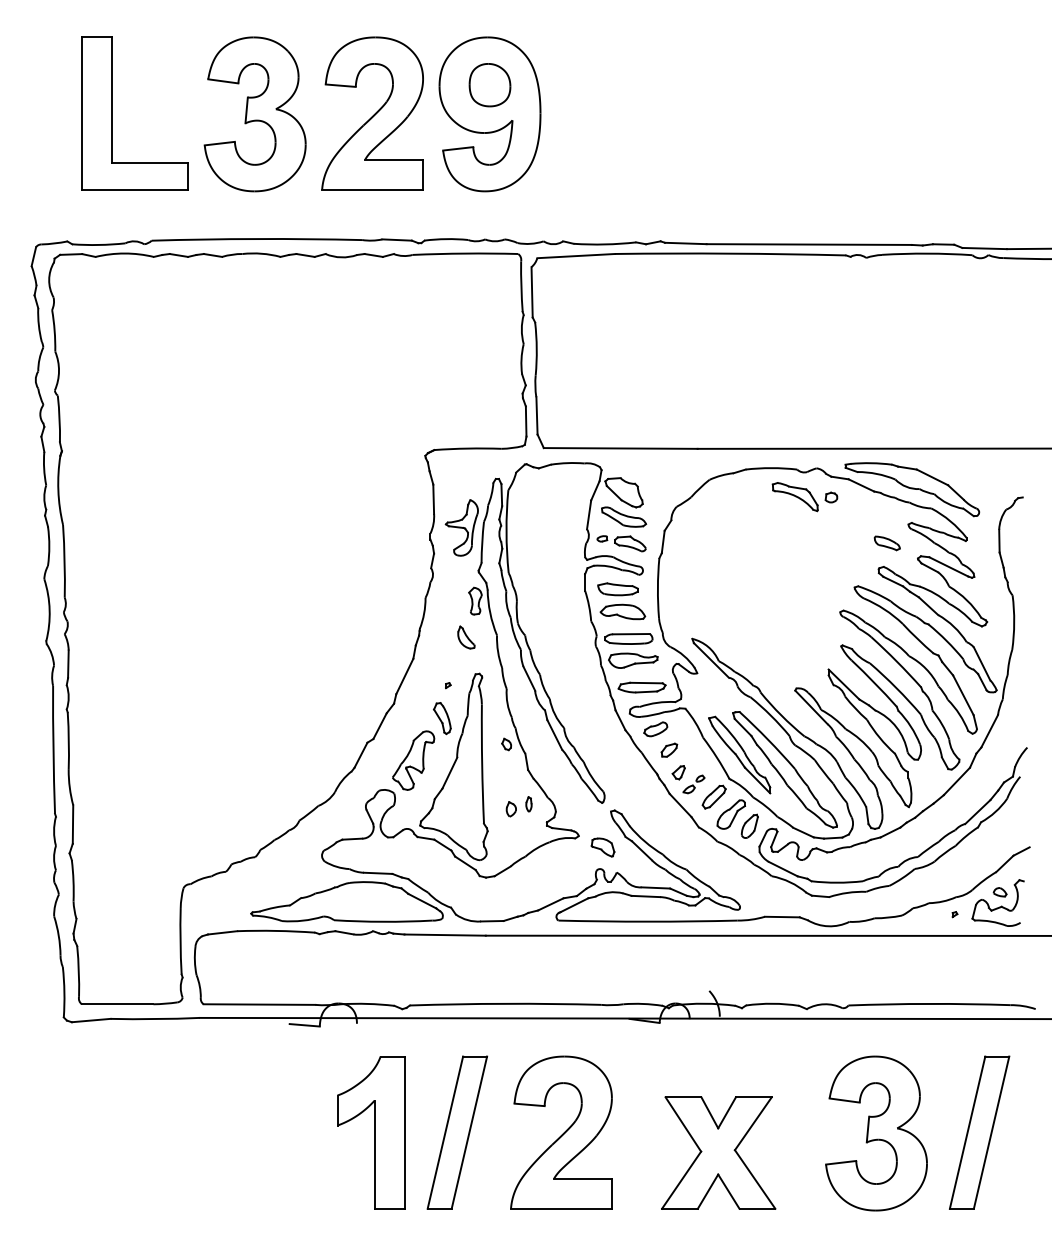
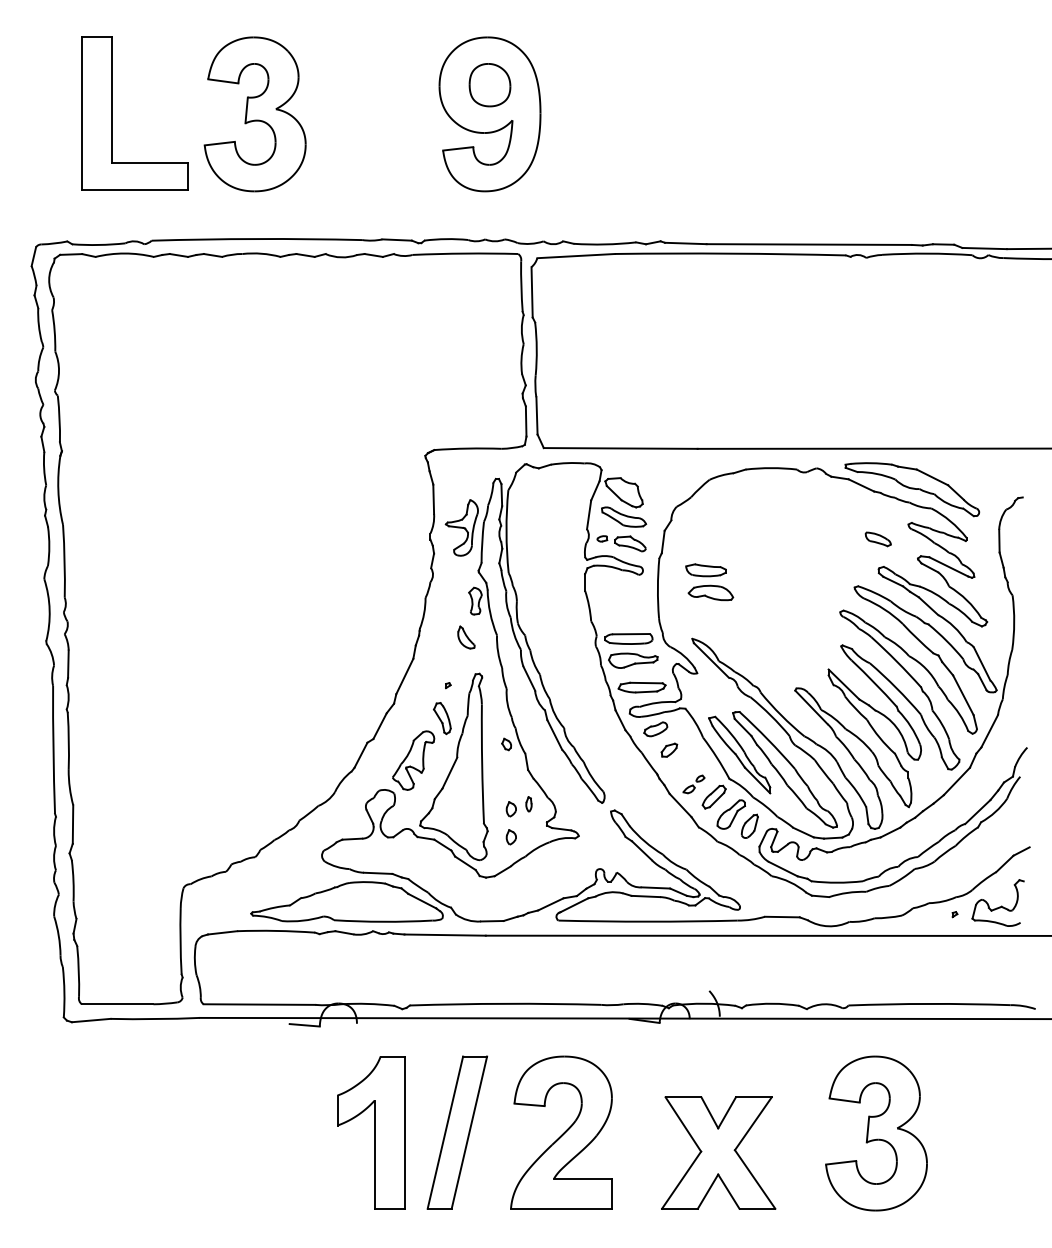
part at (372, 113): present -> none
part at (804, 497): present -> none
part at (886, 543) position: (886, 543) -> (877, 539)
part at (621, 601) position: (621, 601) -> (709, 582)
part at (678, 772): present -> none
part at (510, 837): none -> present
part at (602, 847): present -> none
part at (999, 892): present -> none
part at (979, 1132): present -> none
